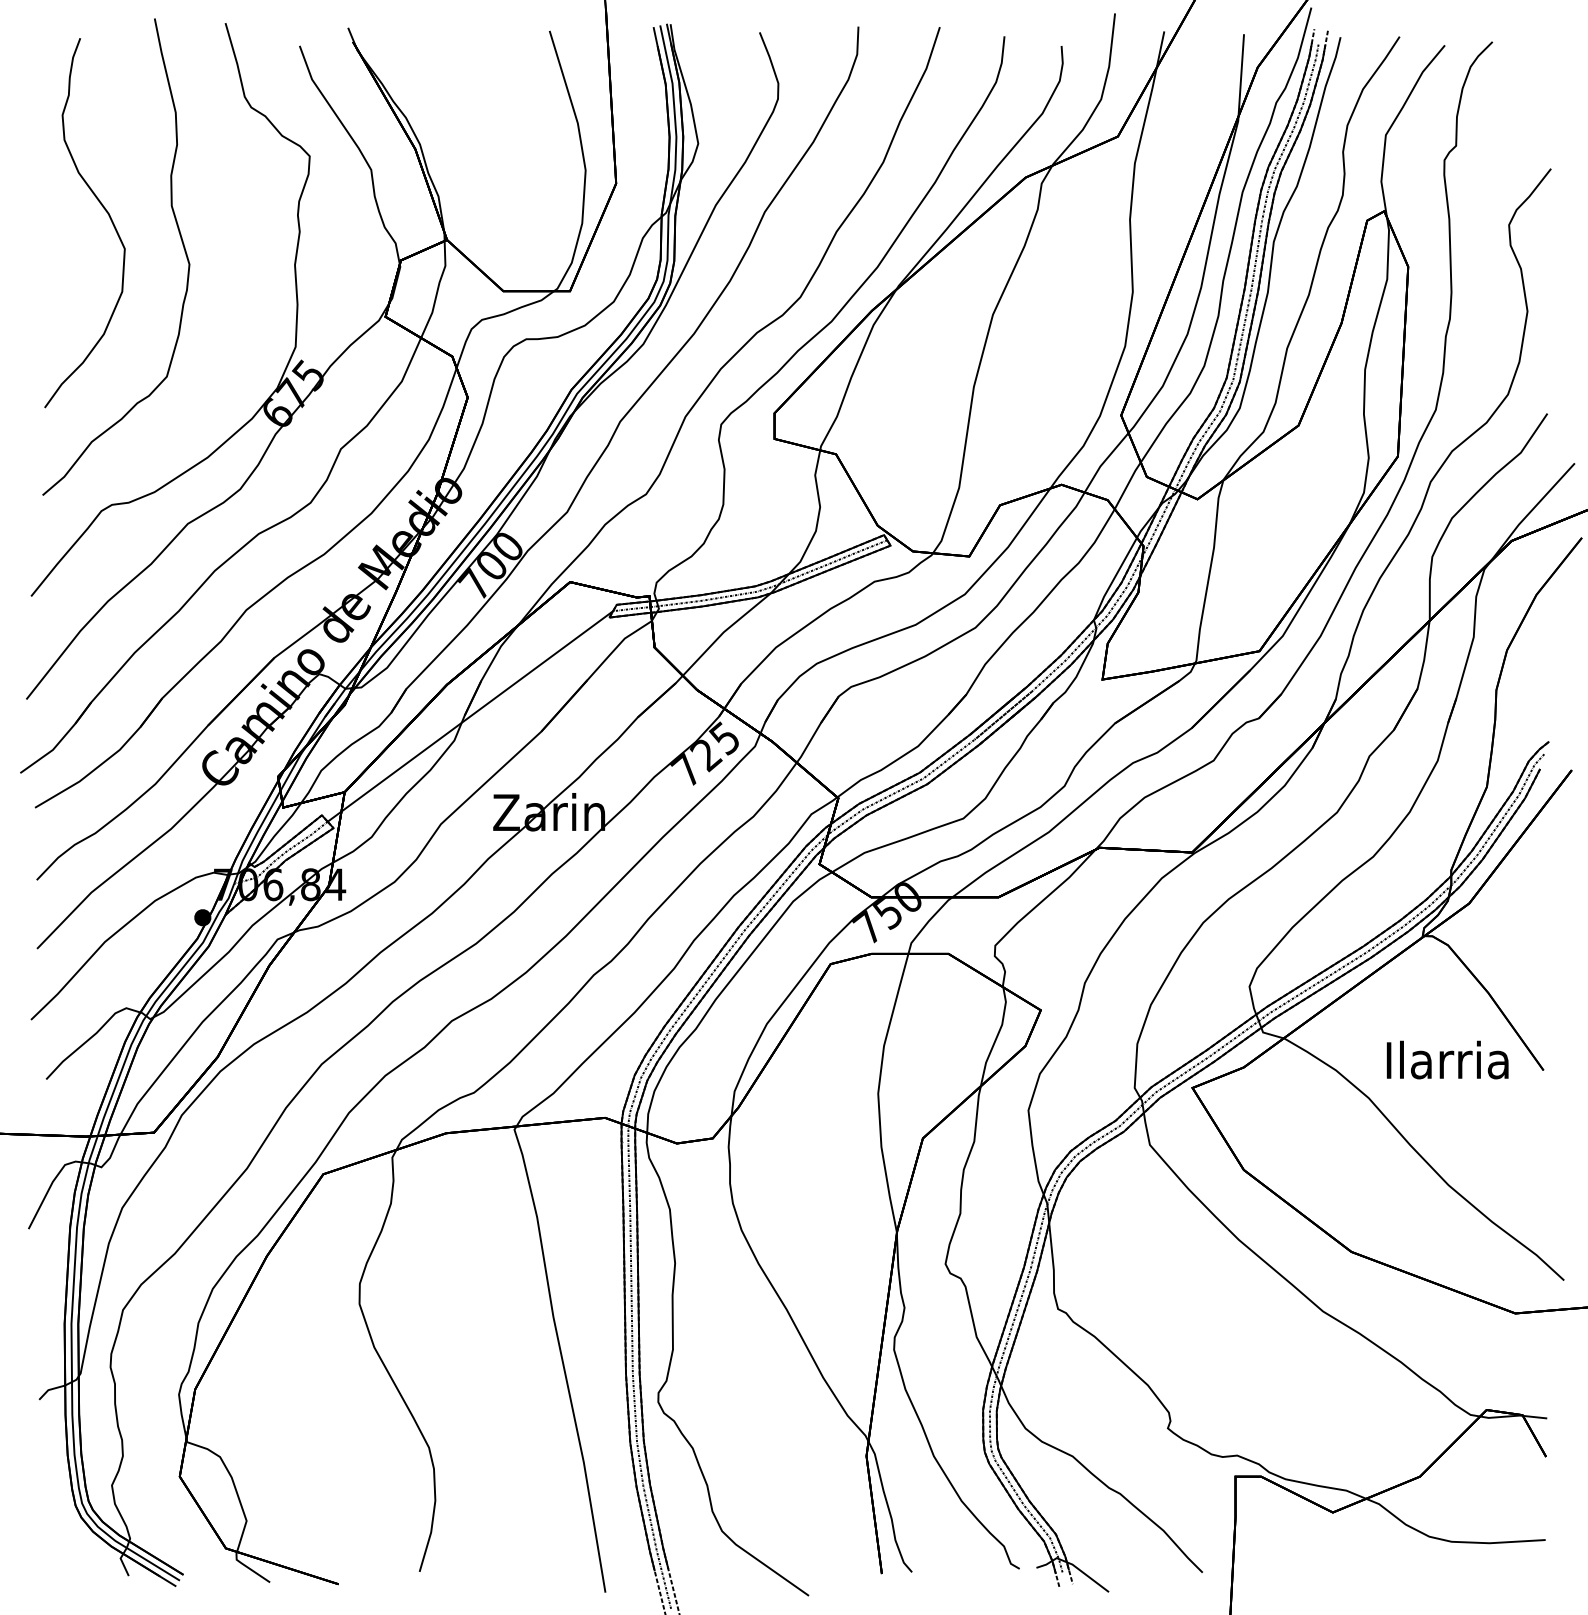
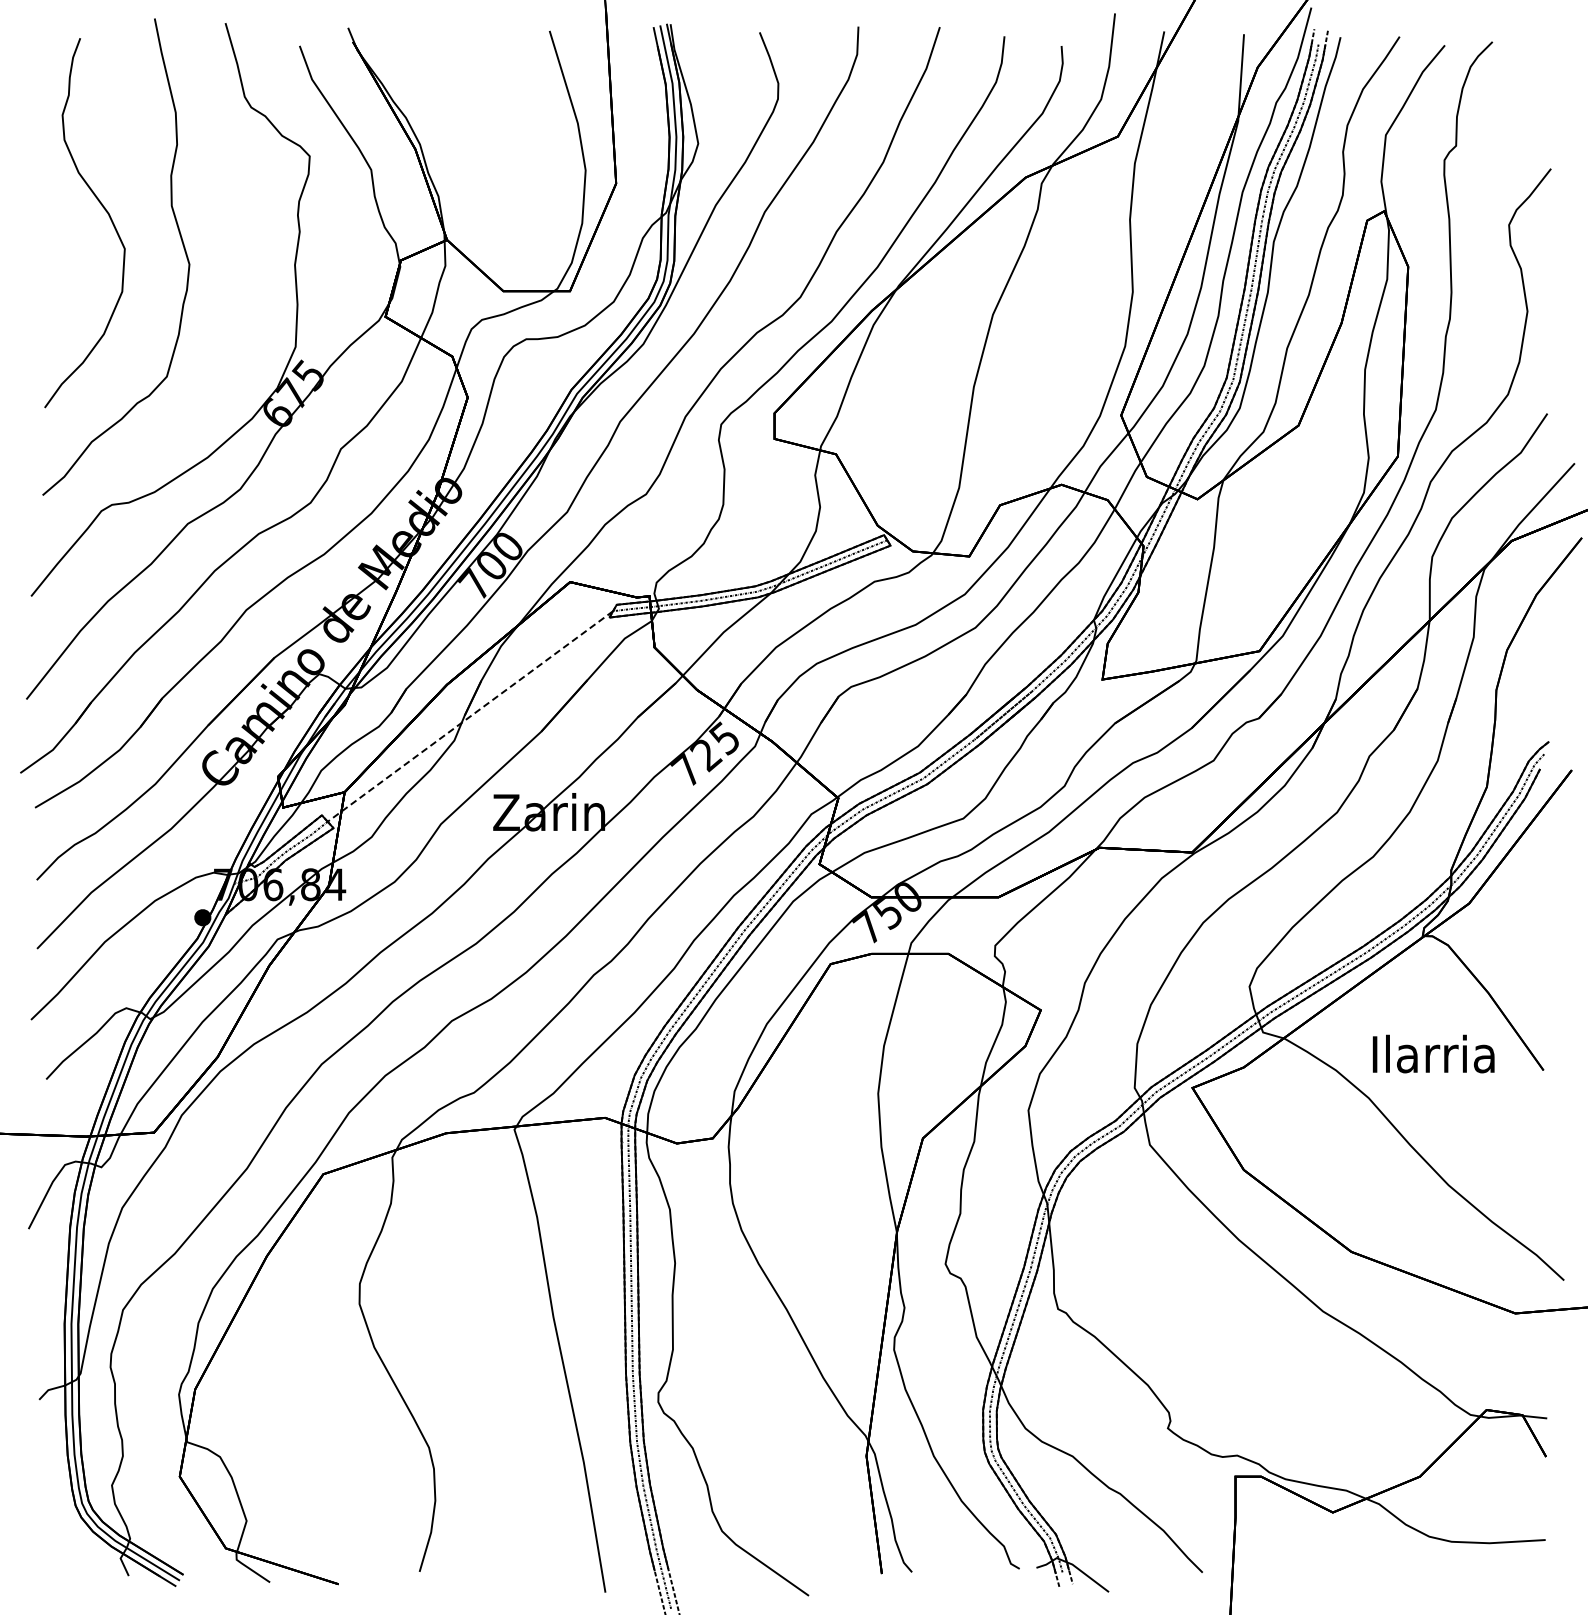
line at (470, 716): solid -> dashed
text at (1447, 1059) position: (1447, 1059) -> (1433, 1053)
